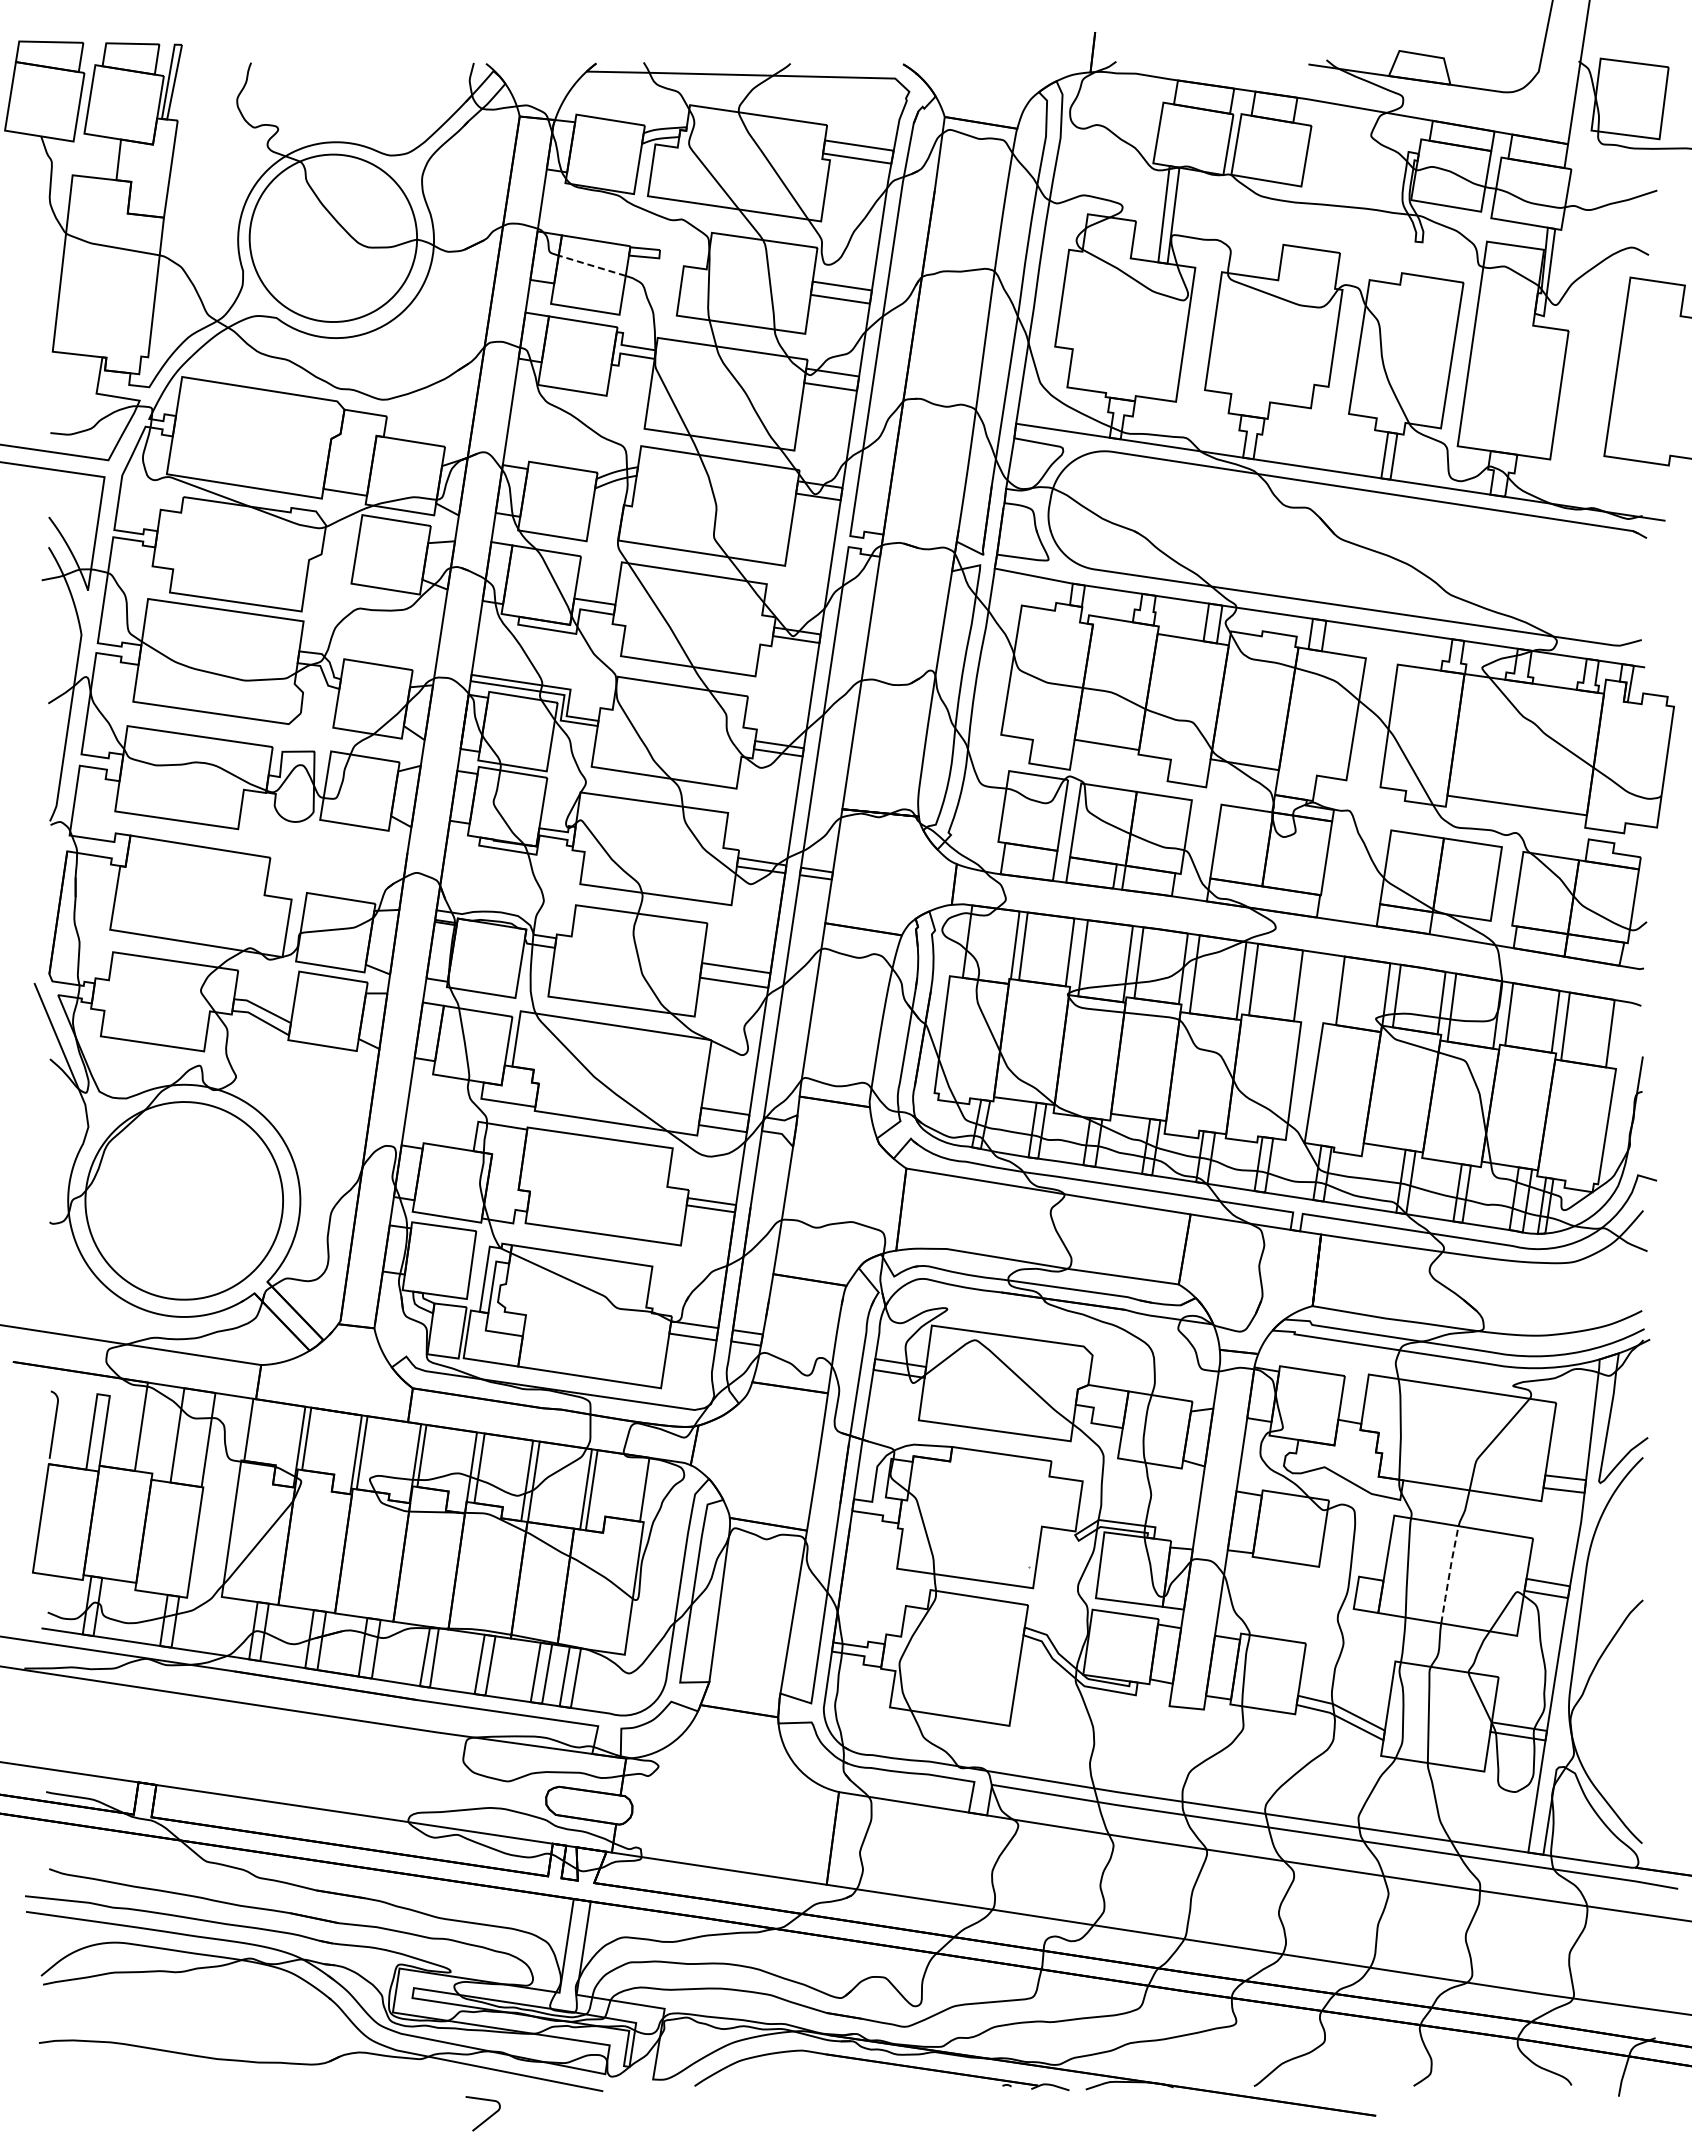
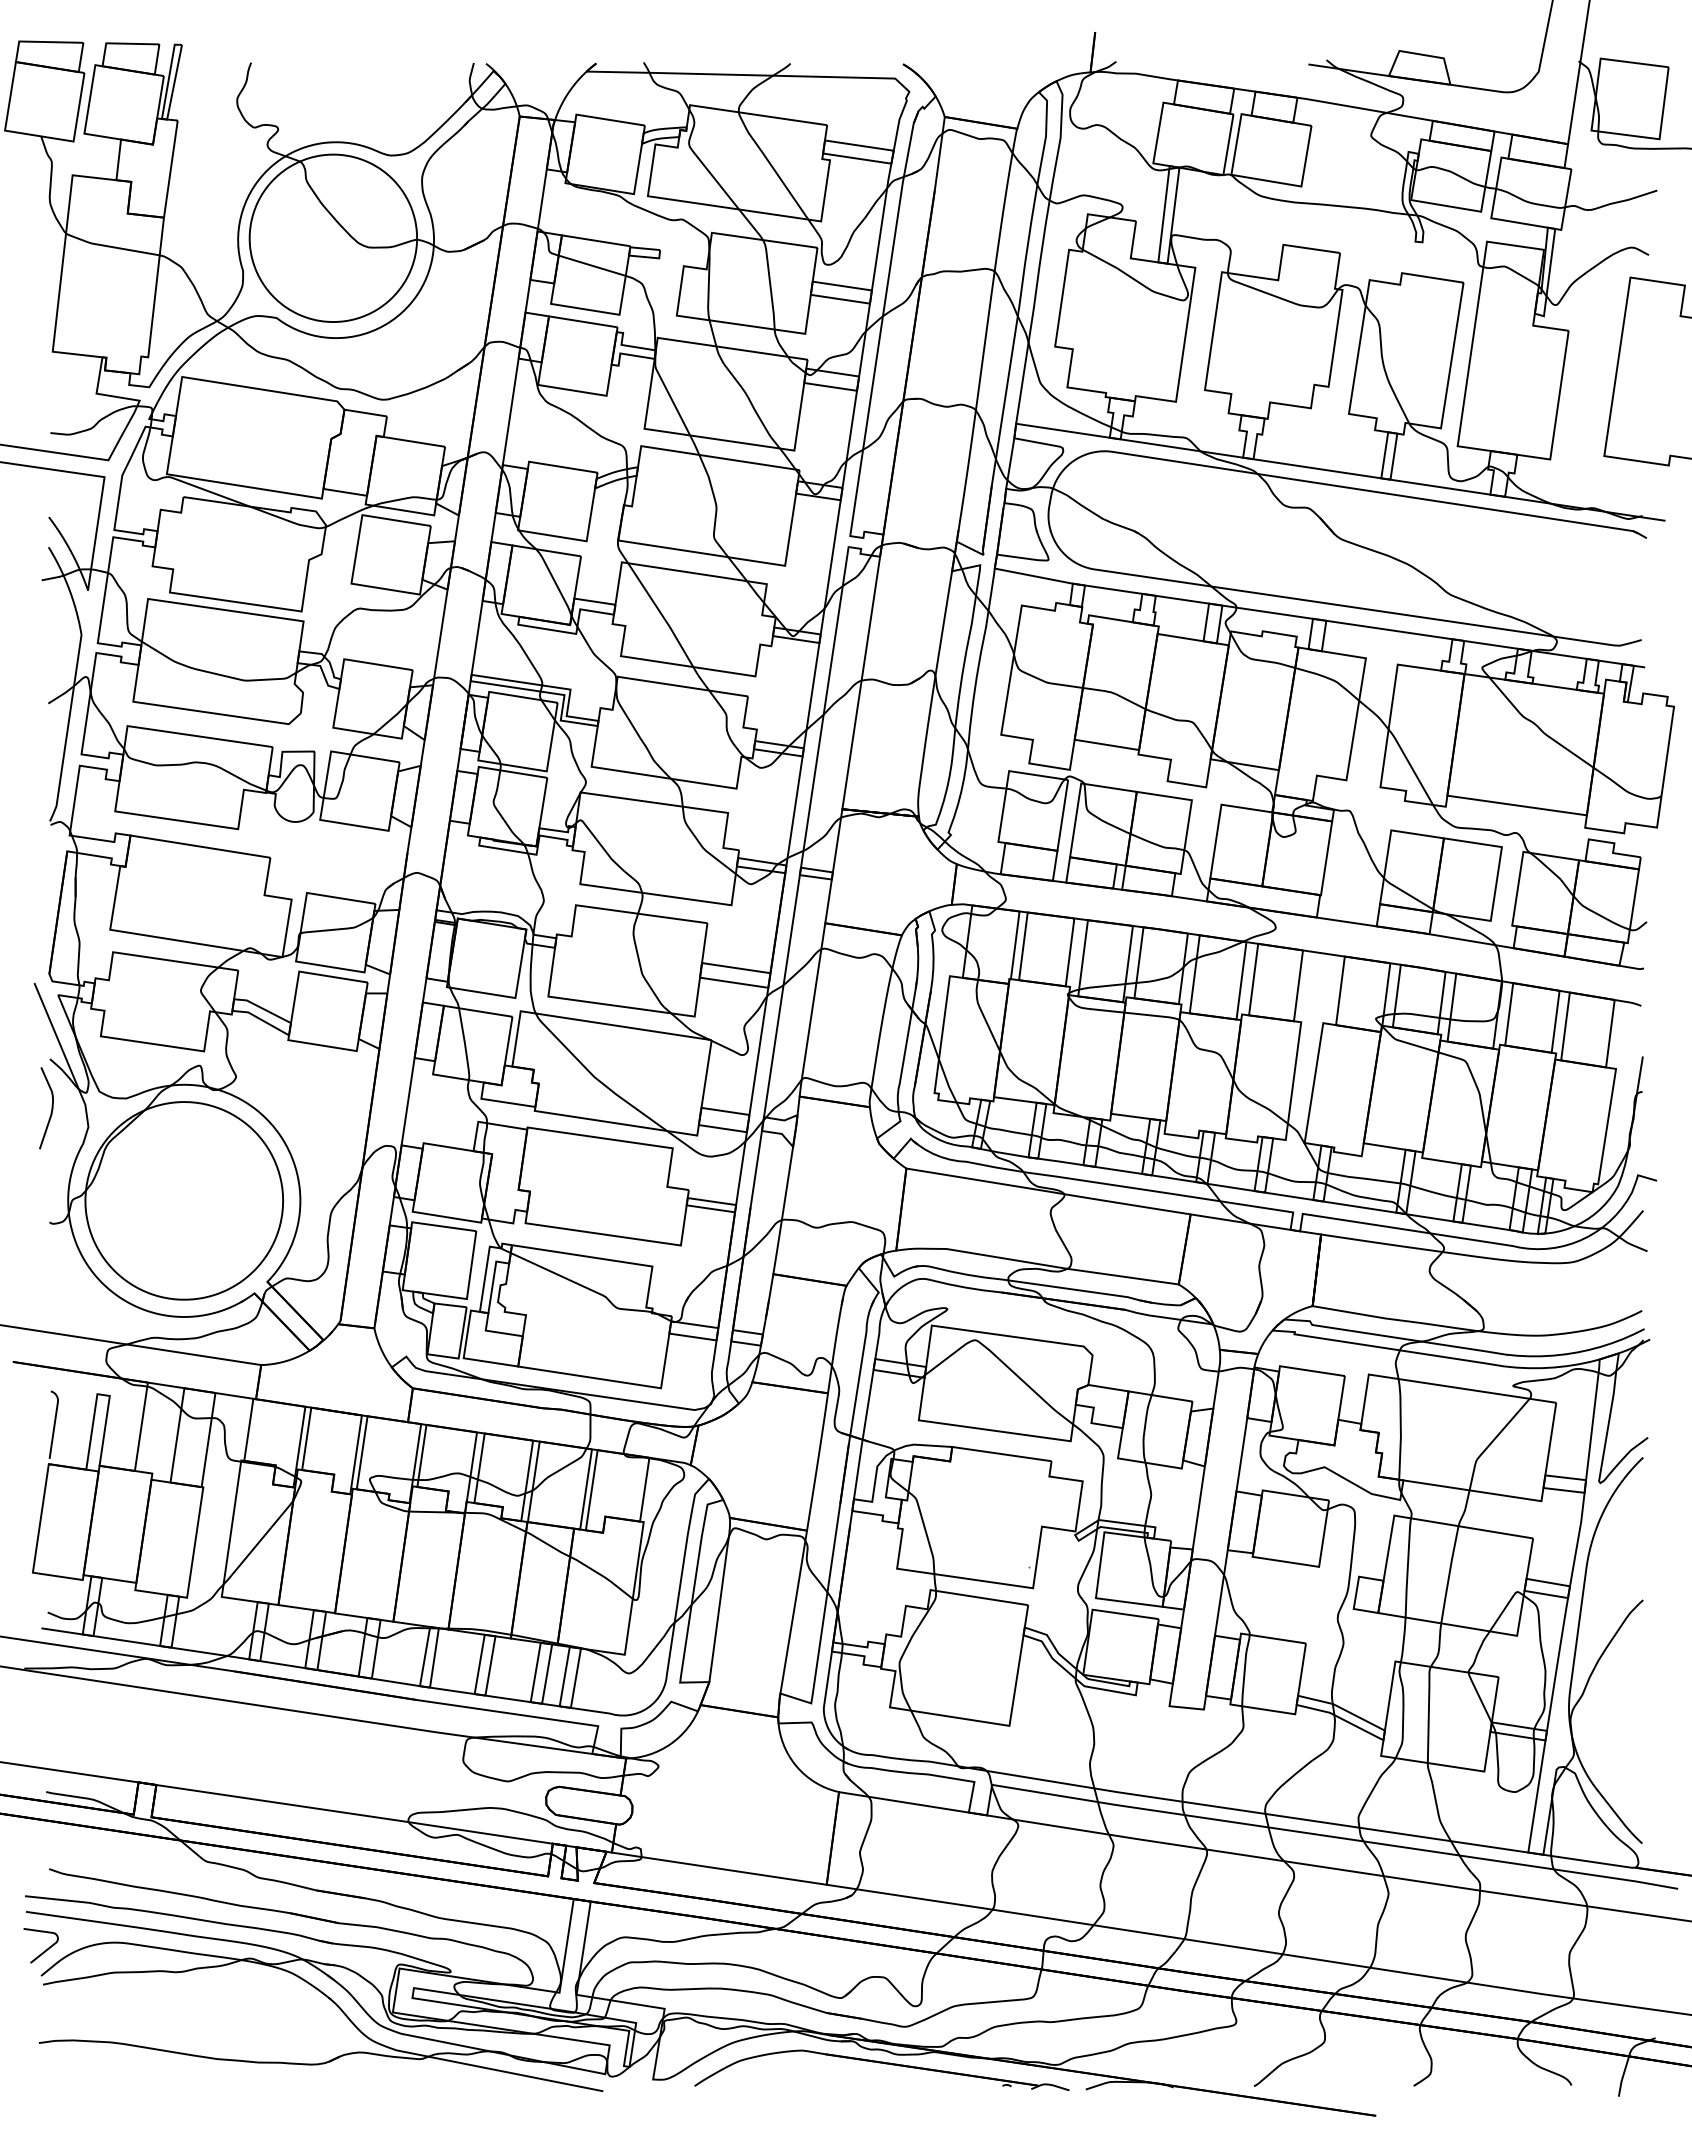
line at (591, 265): dashed -> solid
curve at (51, 1108): none -> present
line at (1449, 1574): dashed -> solid
curve at (487, 2117) position: (487, 2117) -> (45, 1949)
